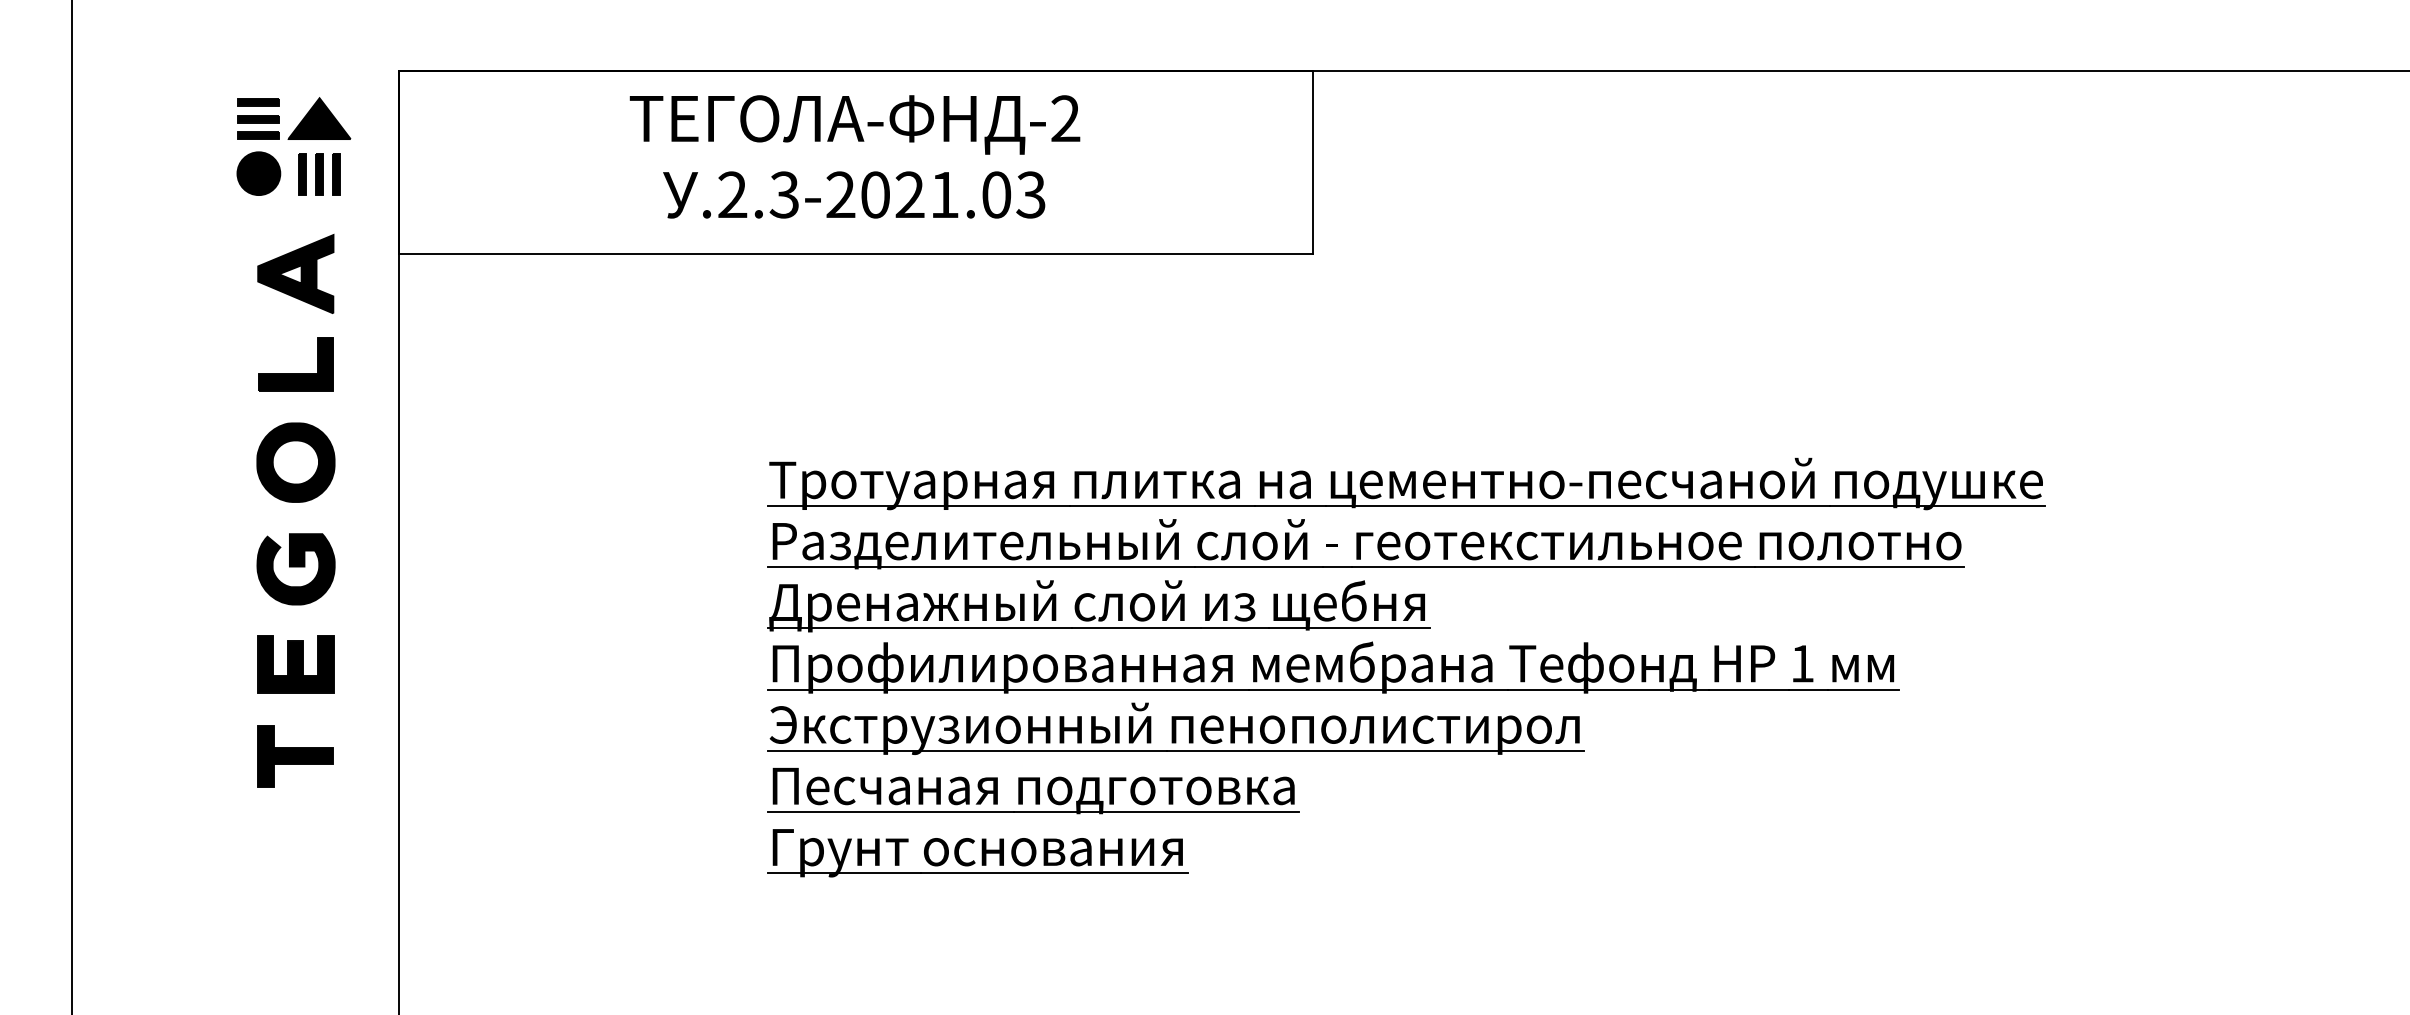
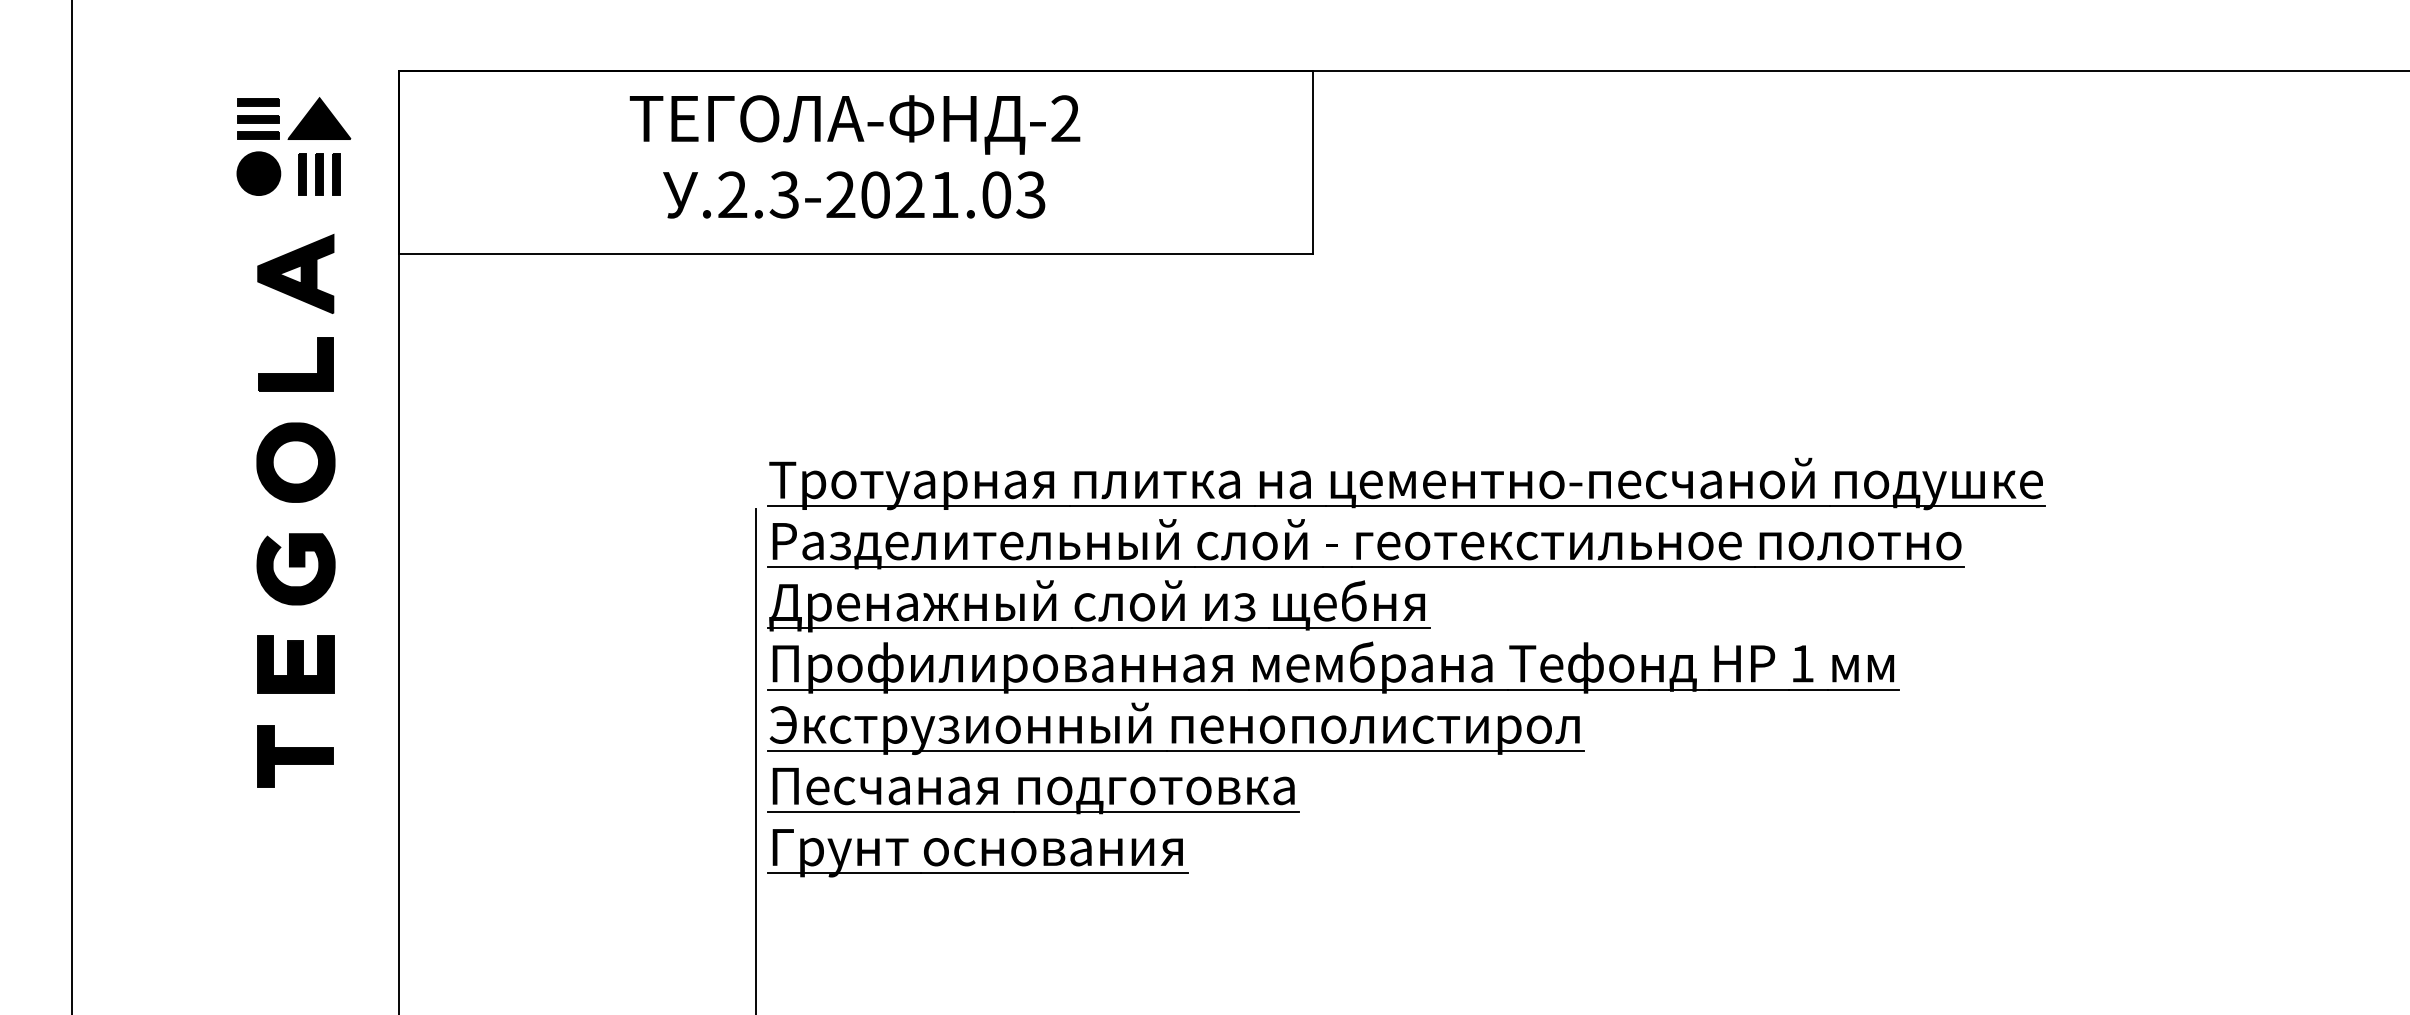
line at (756, 760): none -> present
